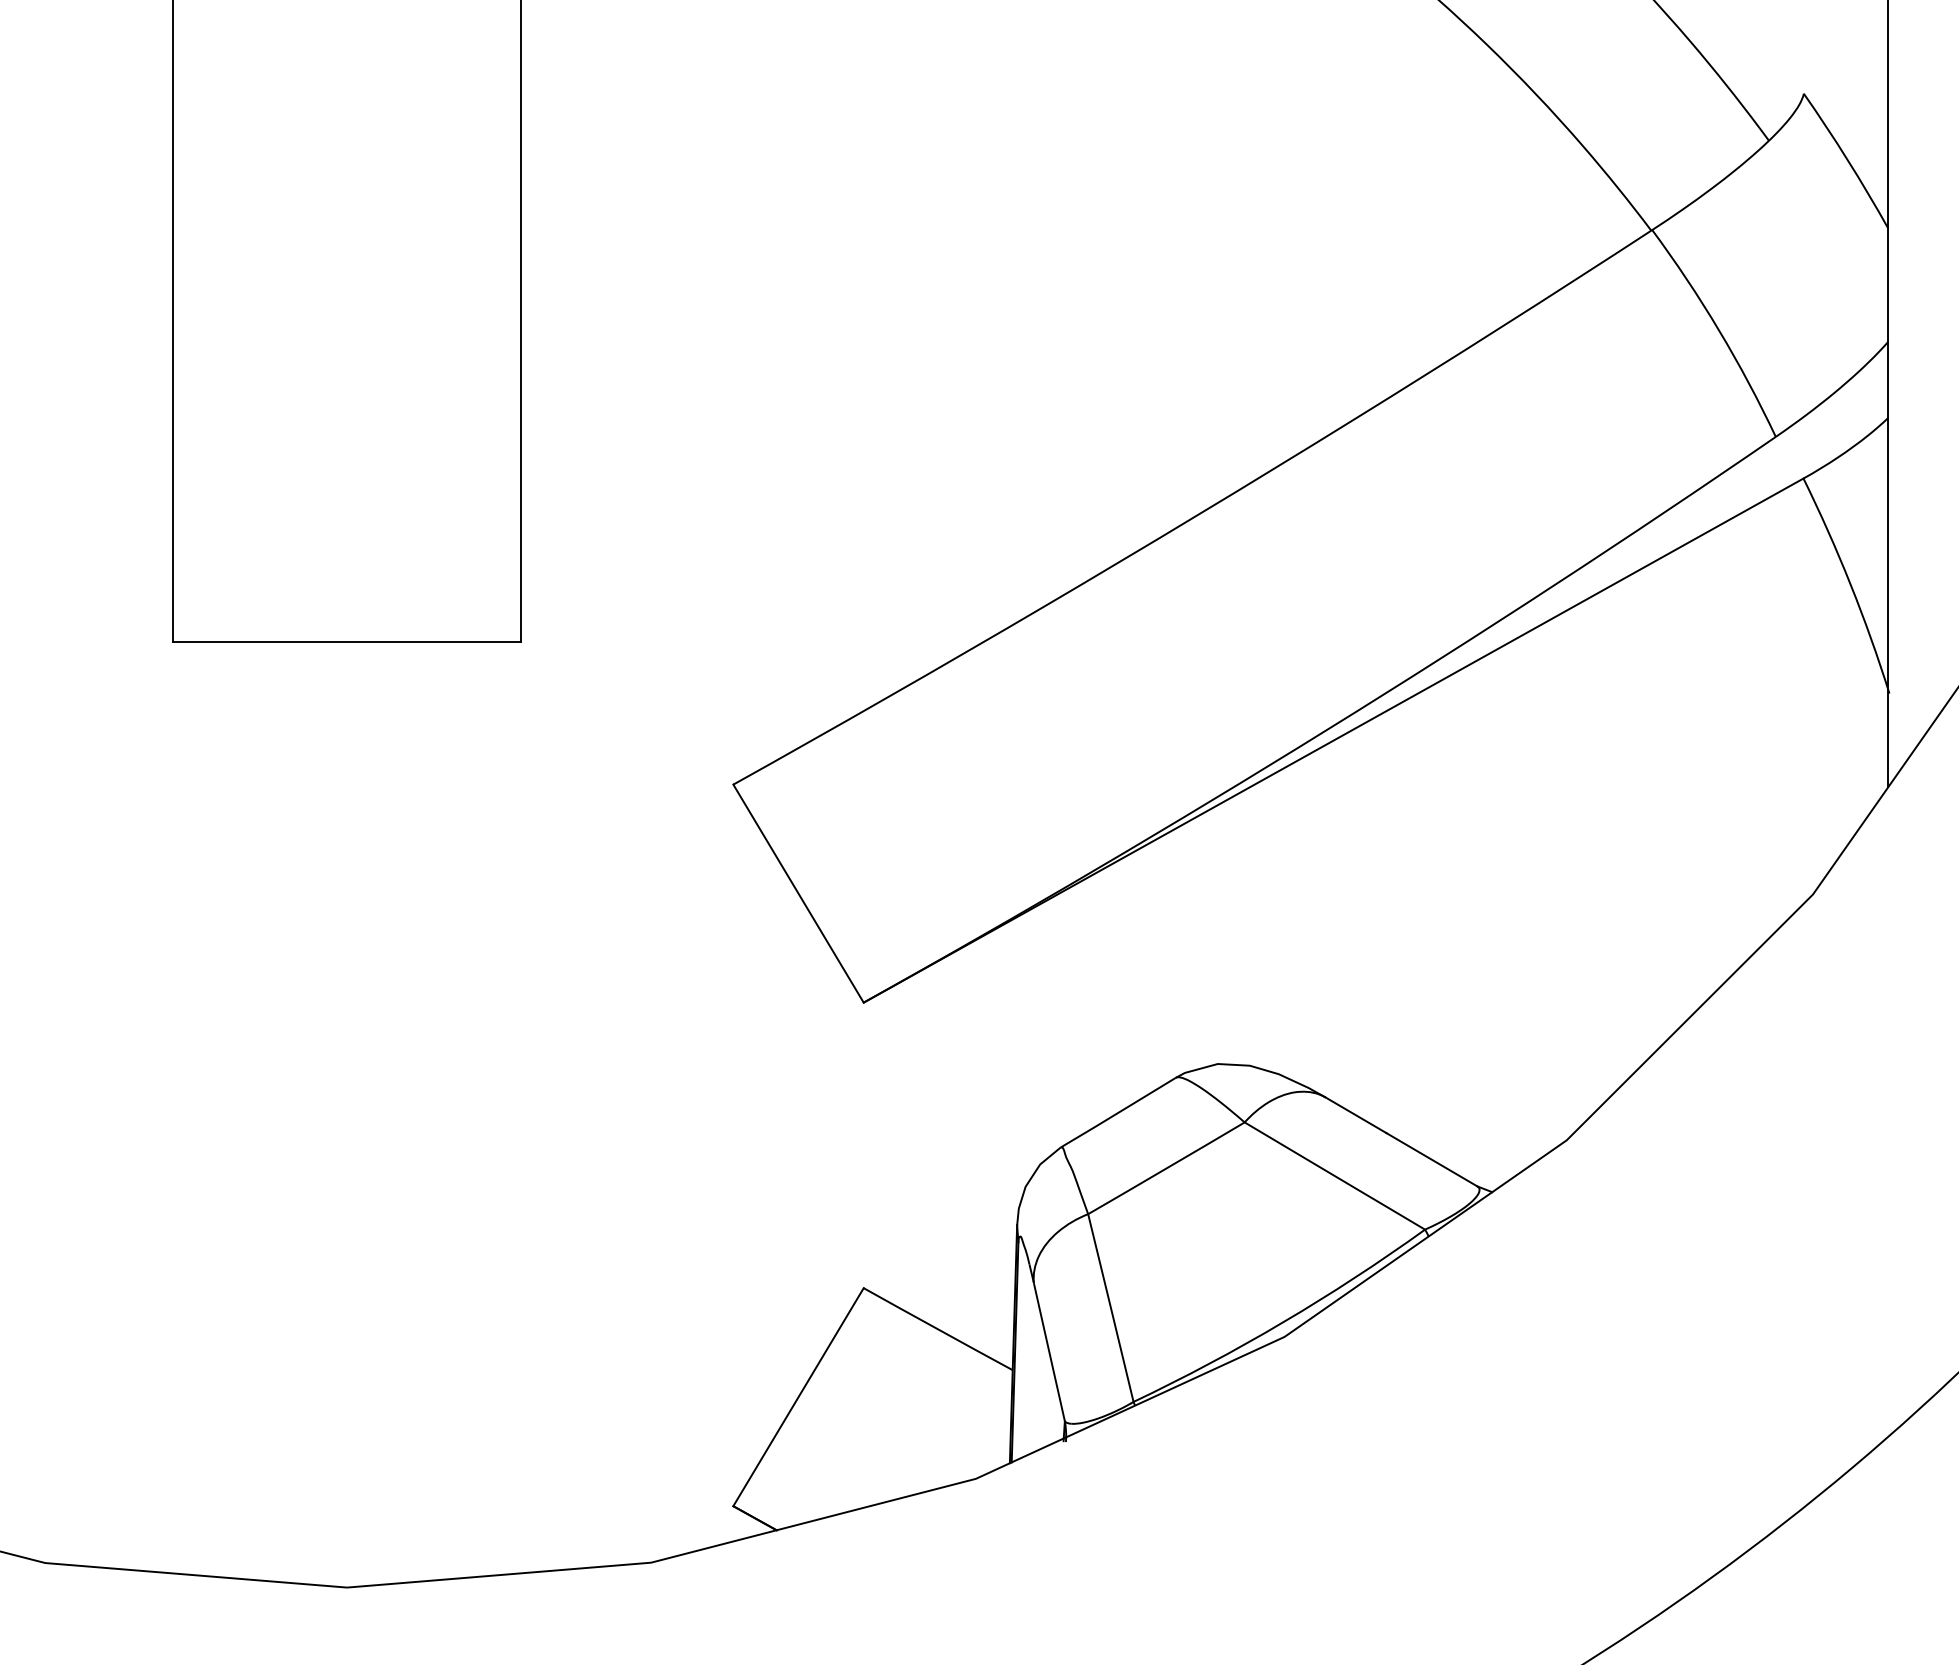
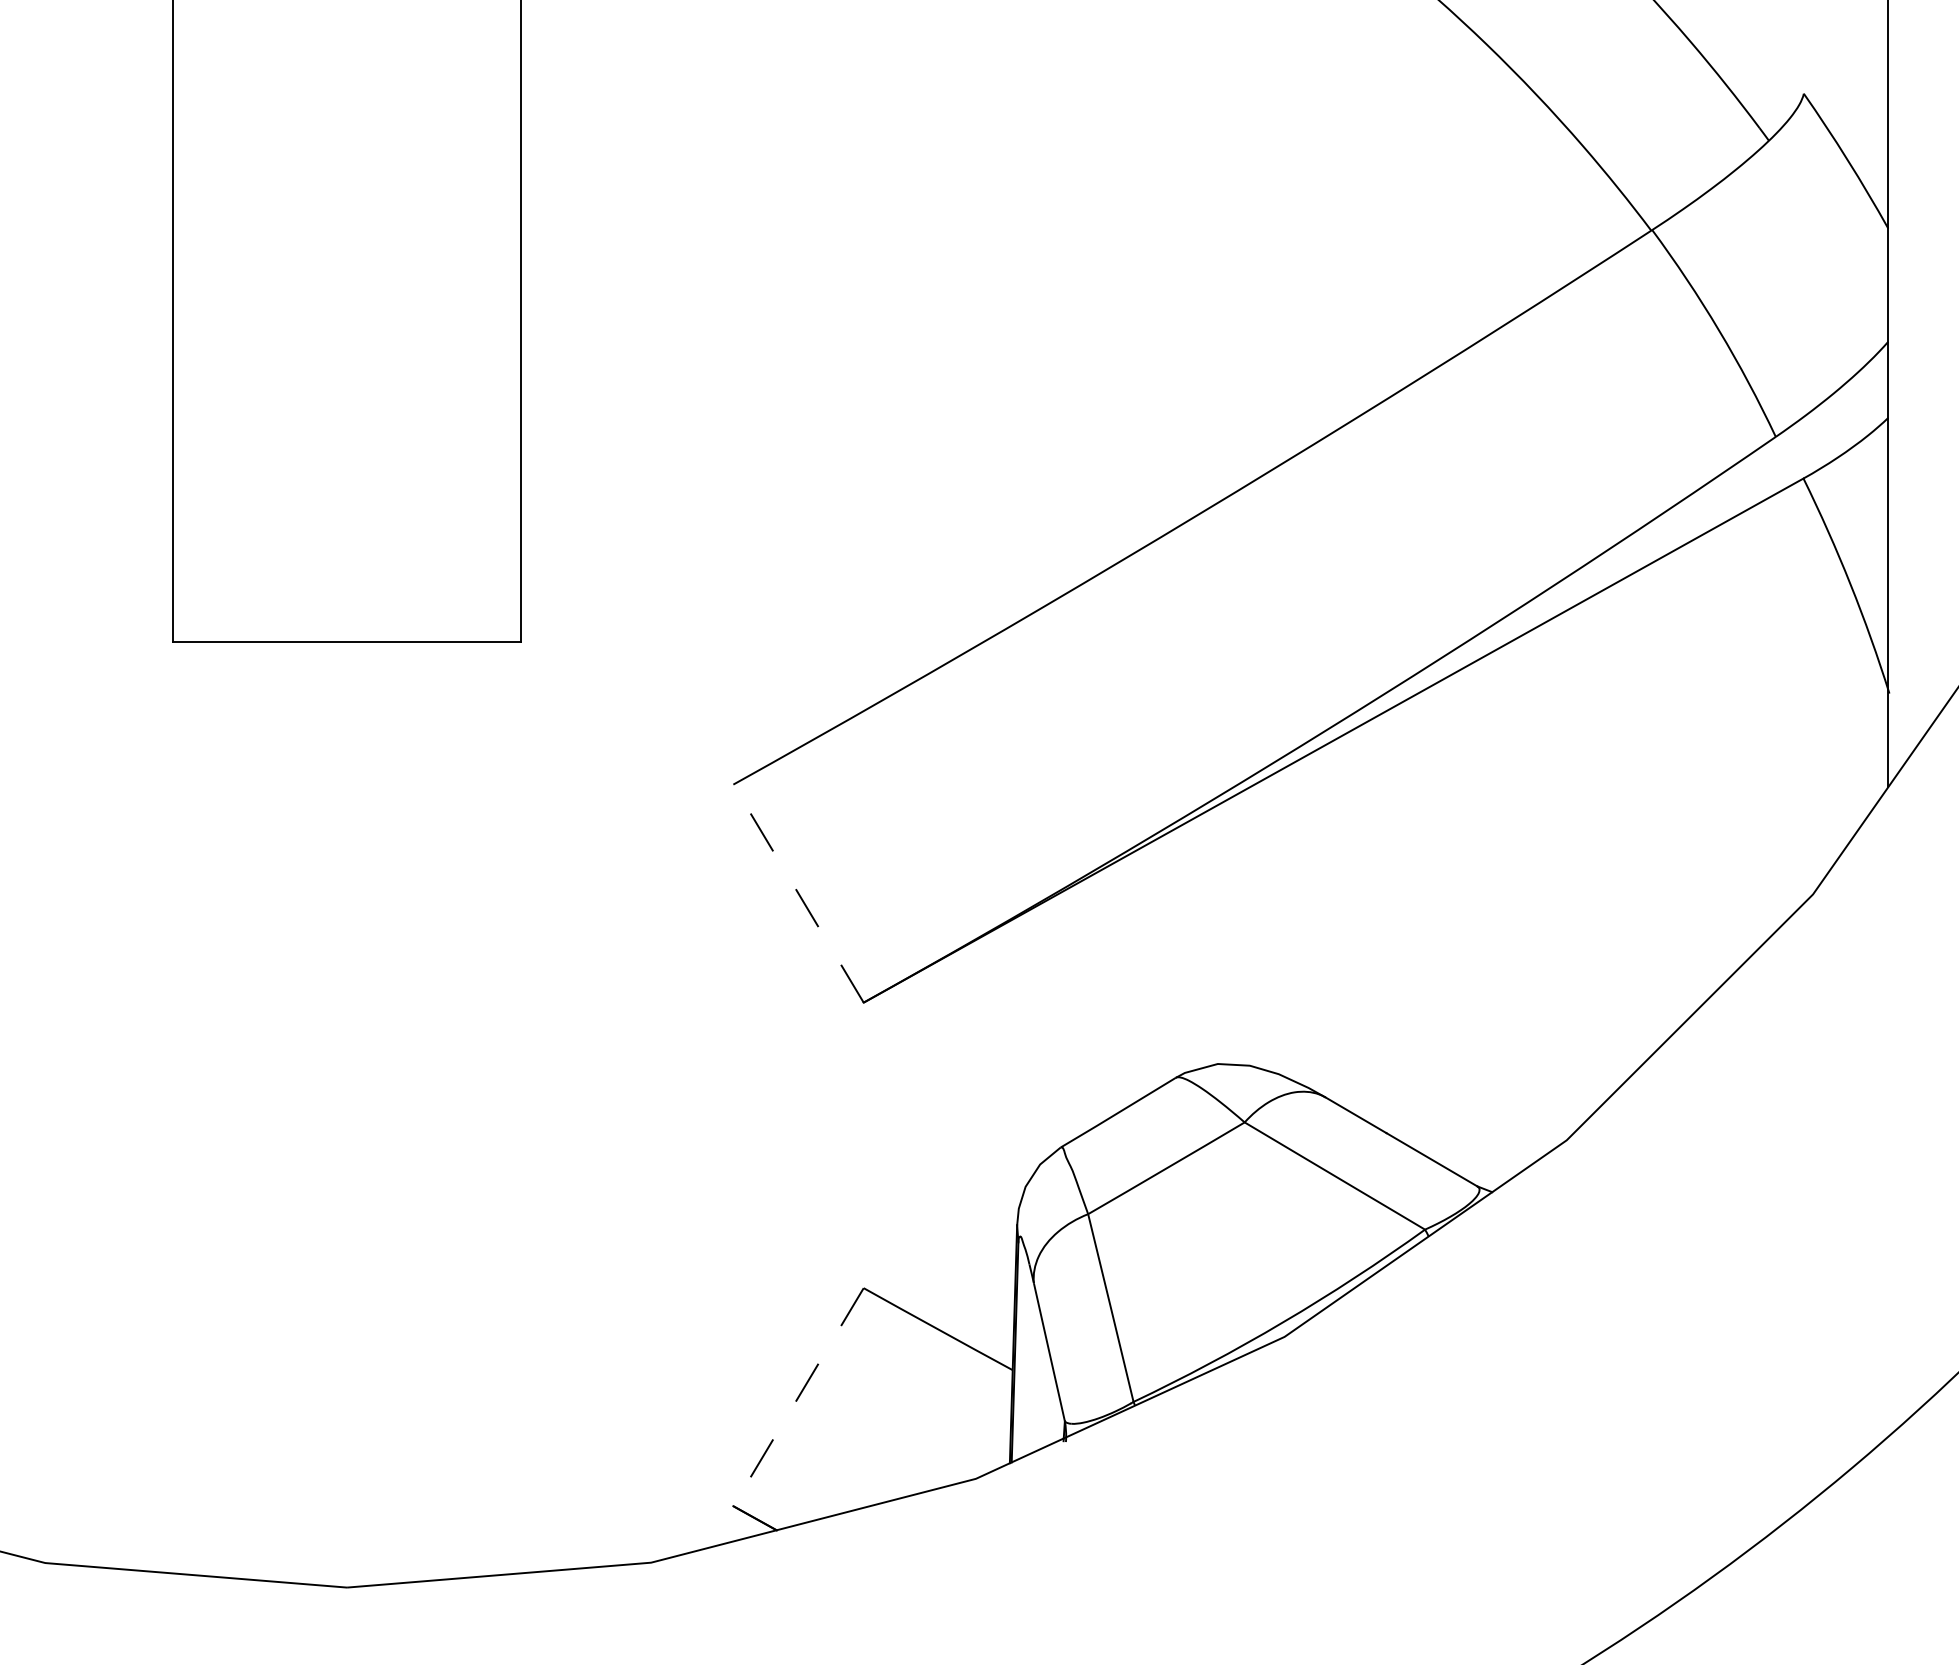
line at (798, 893): solid -> dashed
line at (798, 1397): solid -> dashed
